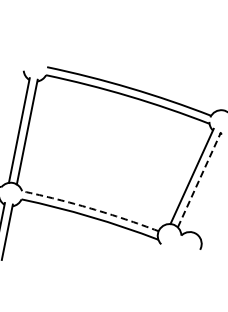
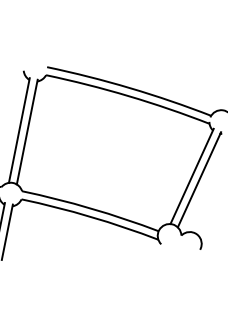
line at (199, 179): dashed -> solid
arc at (91, 208): dashed -> solid
